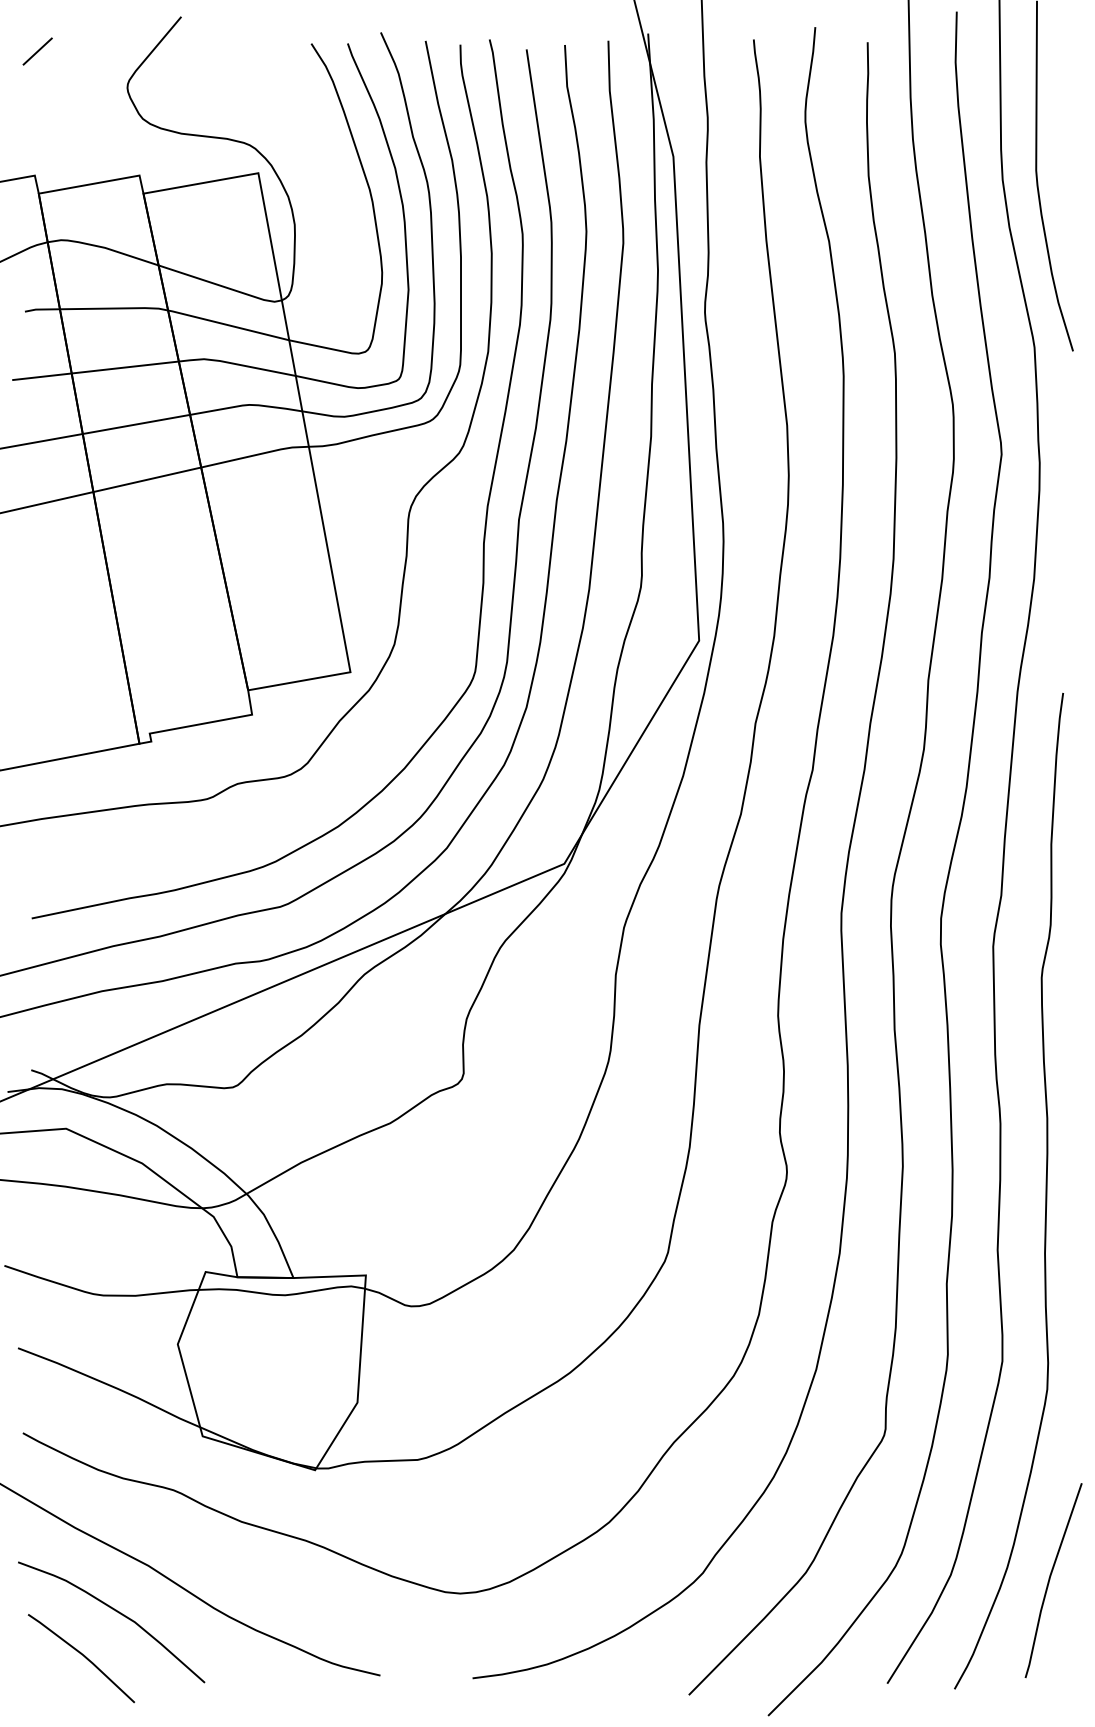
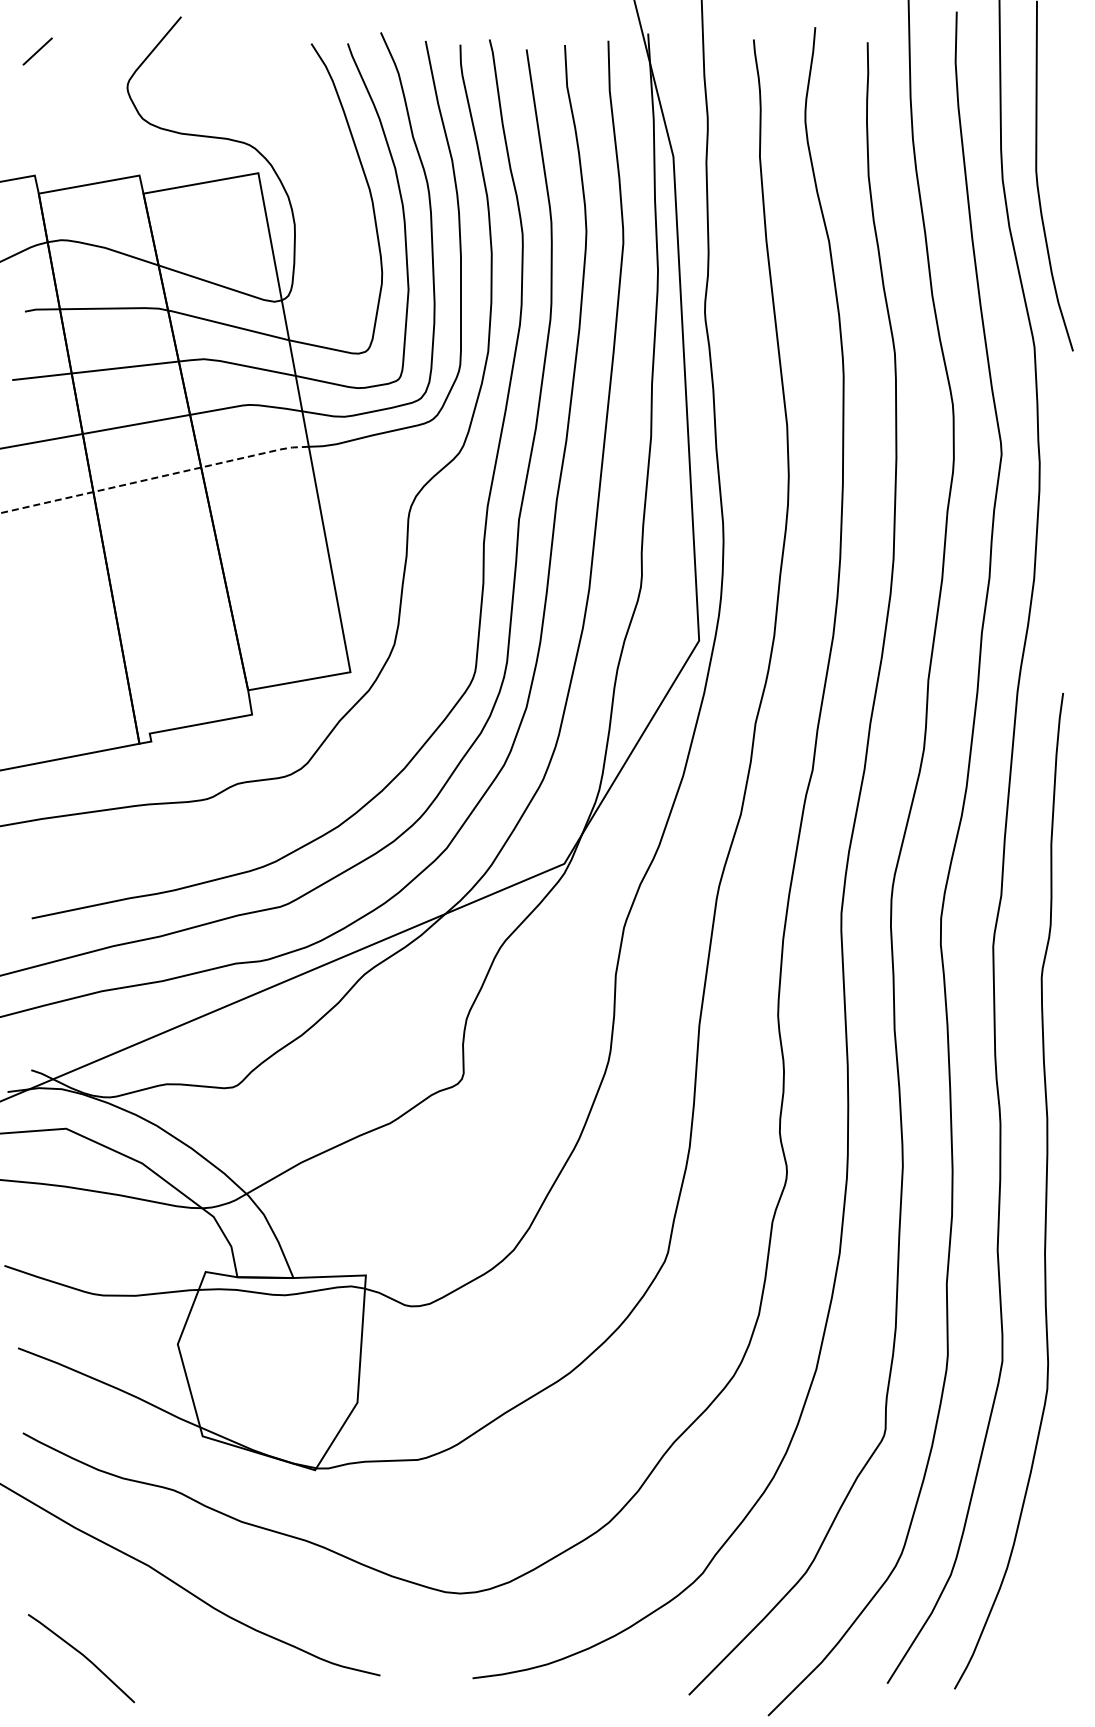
line at (155, 477): solid -> dashed
line at (1050, 1579): present -> none
curve at (118, 1613): present -> none
